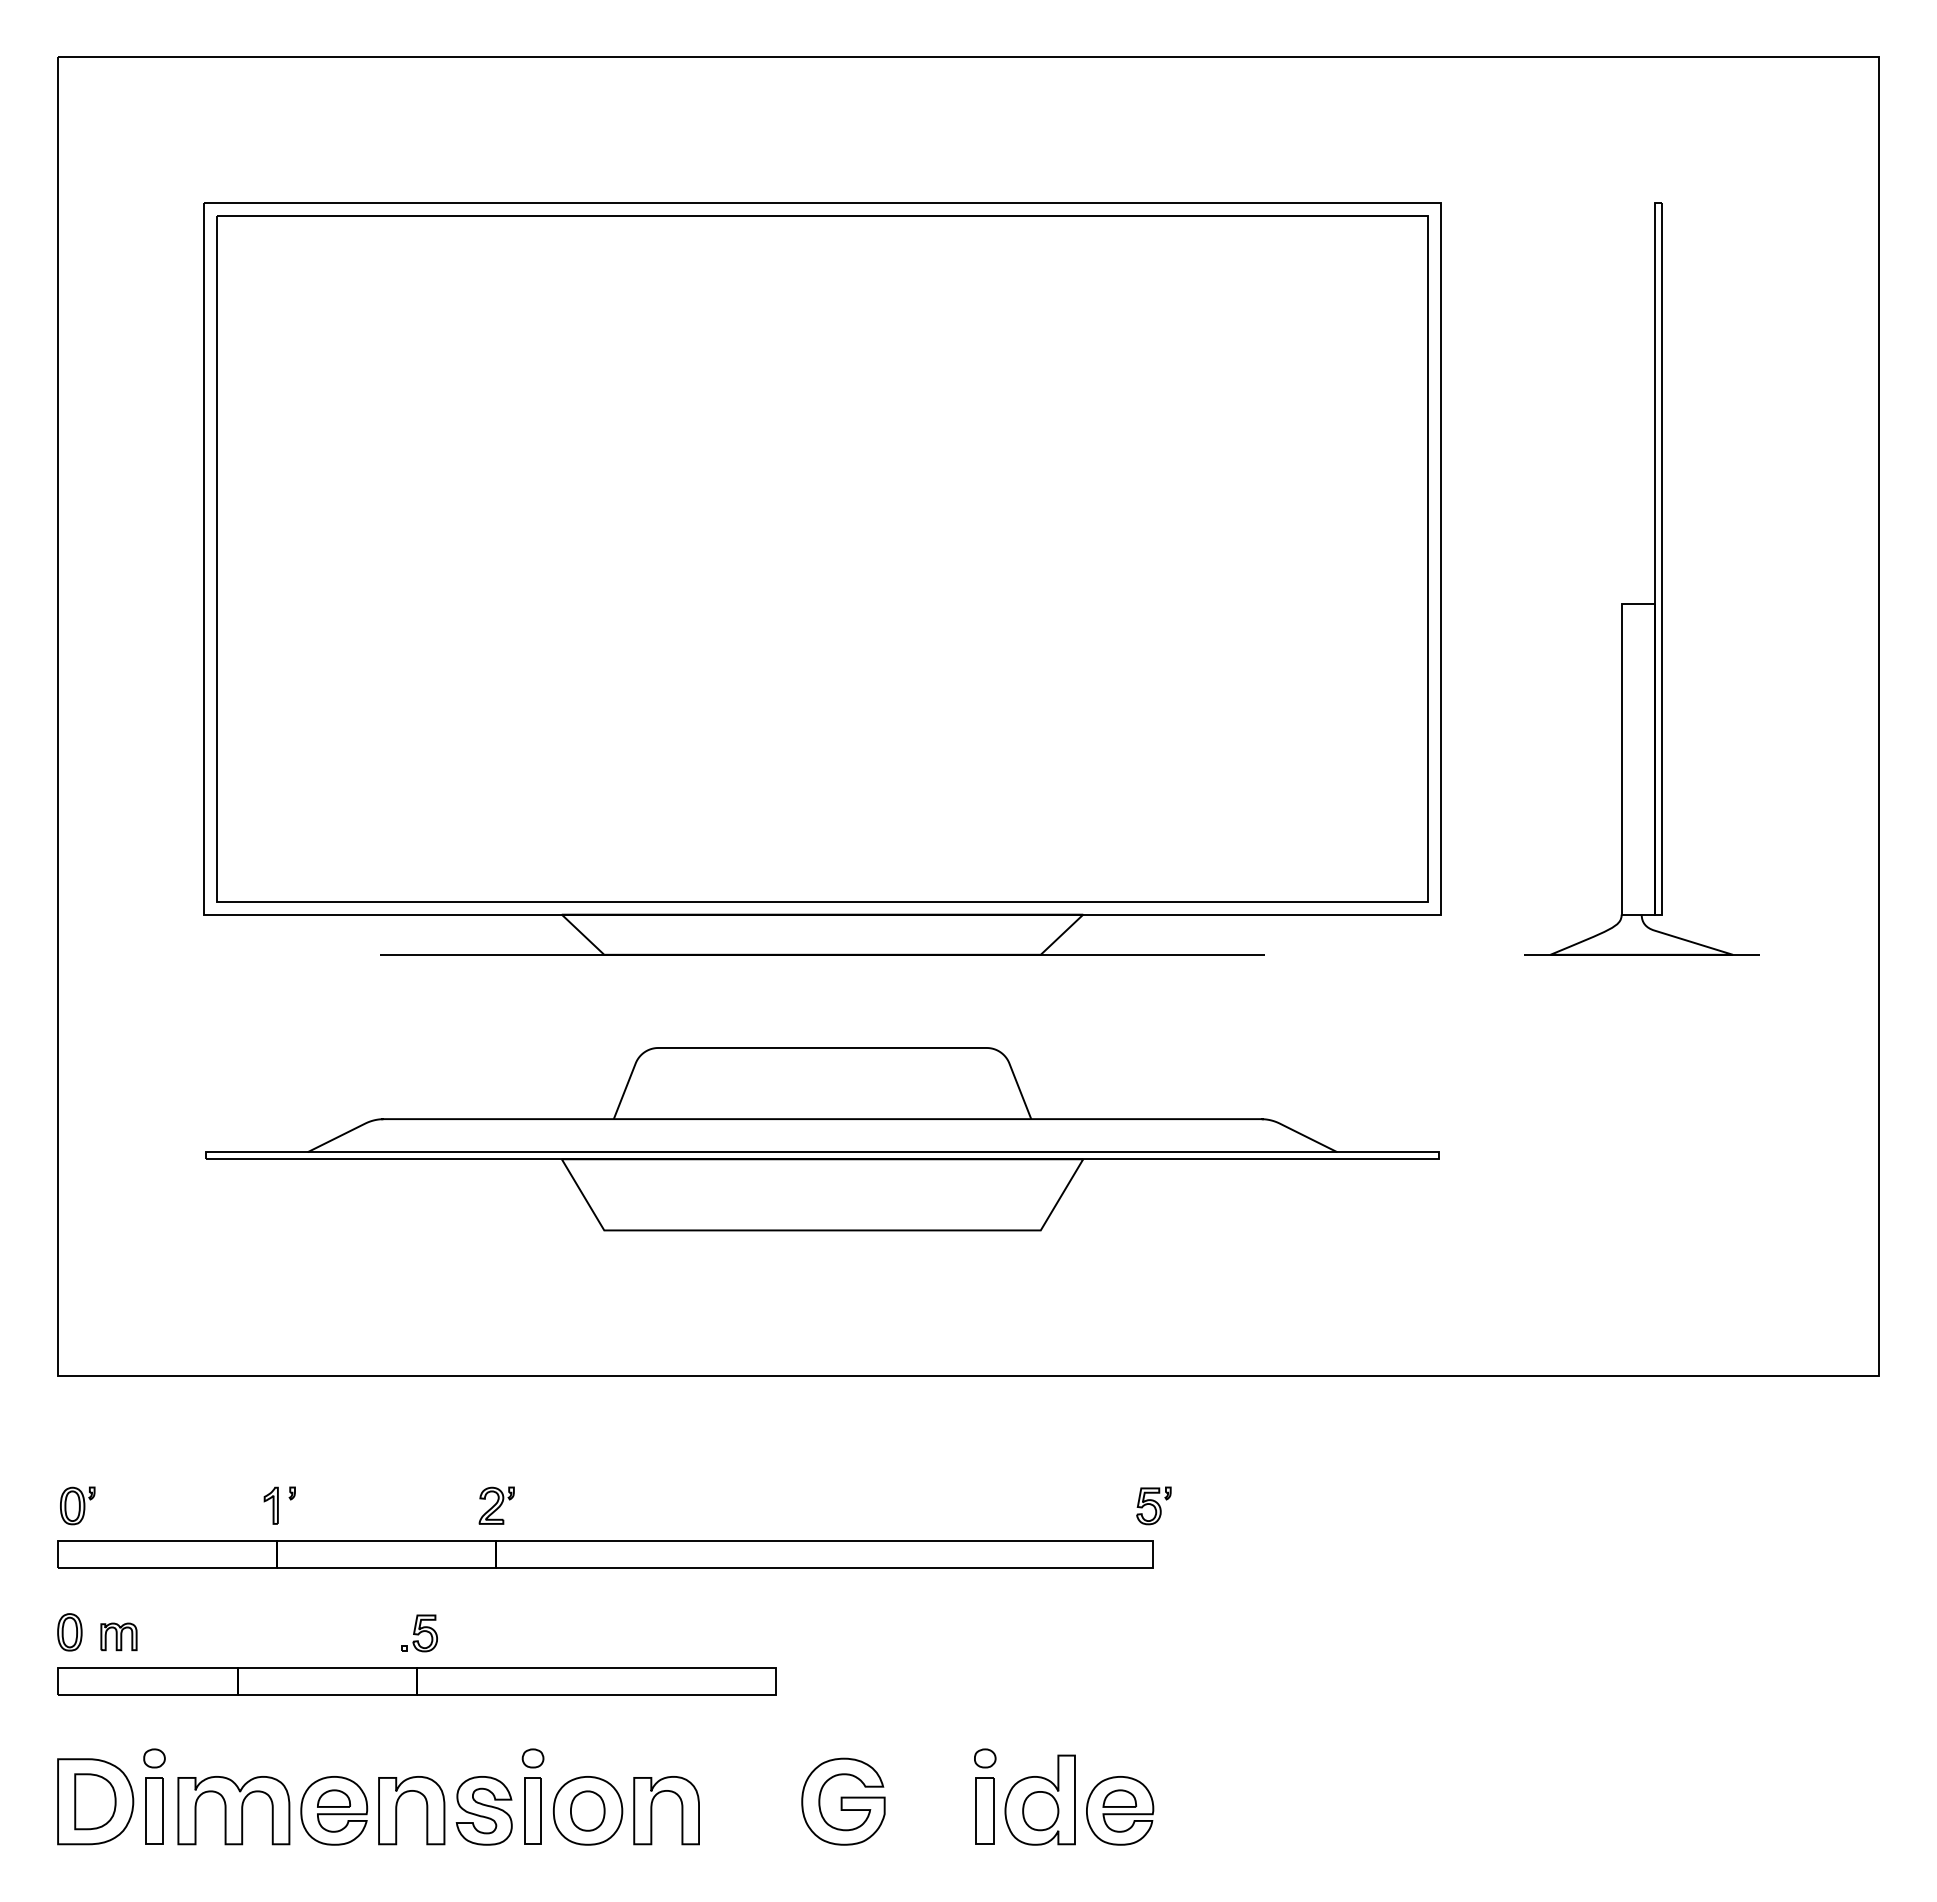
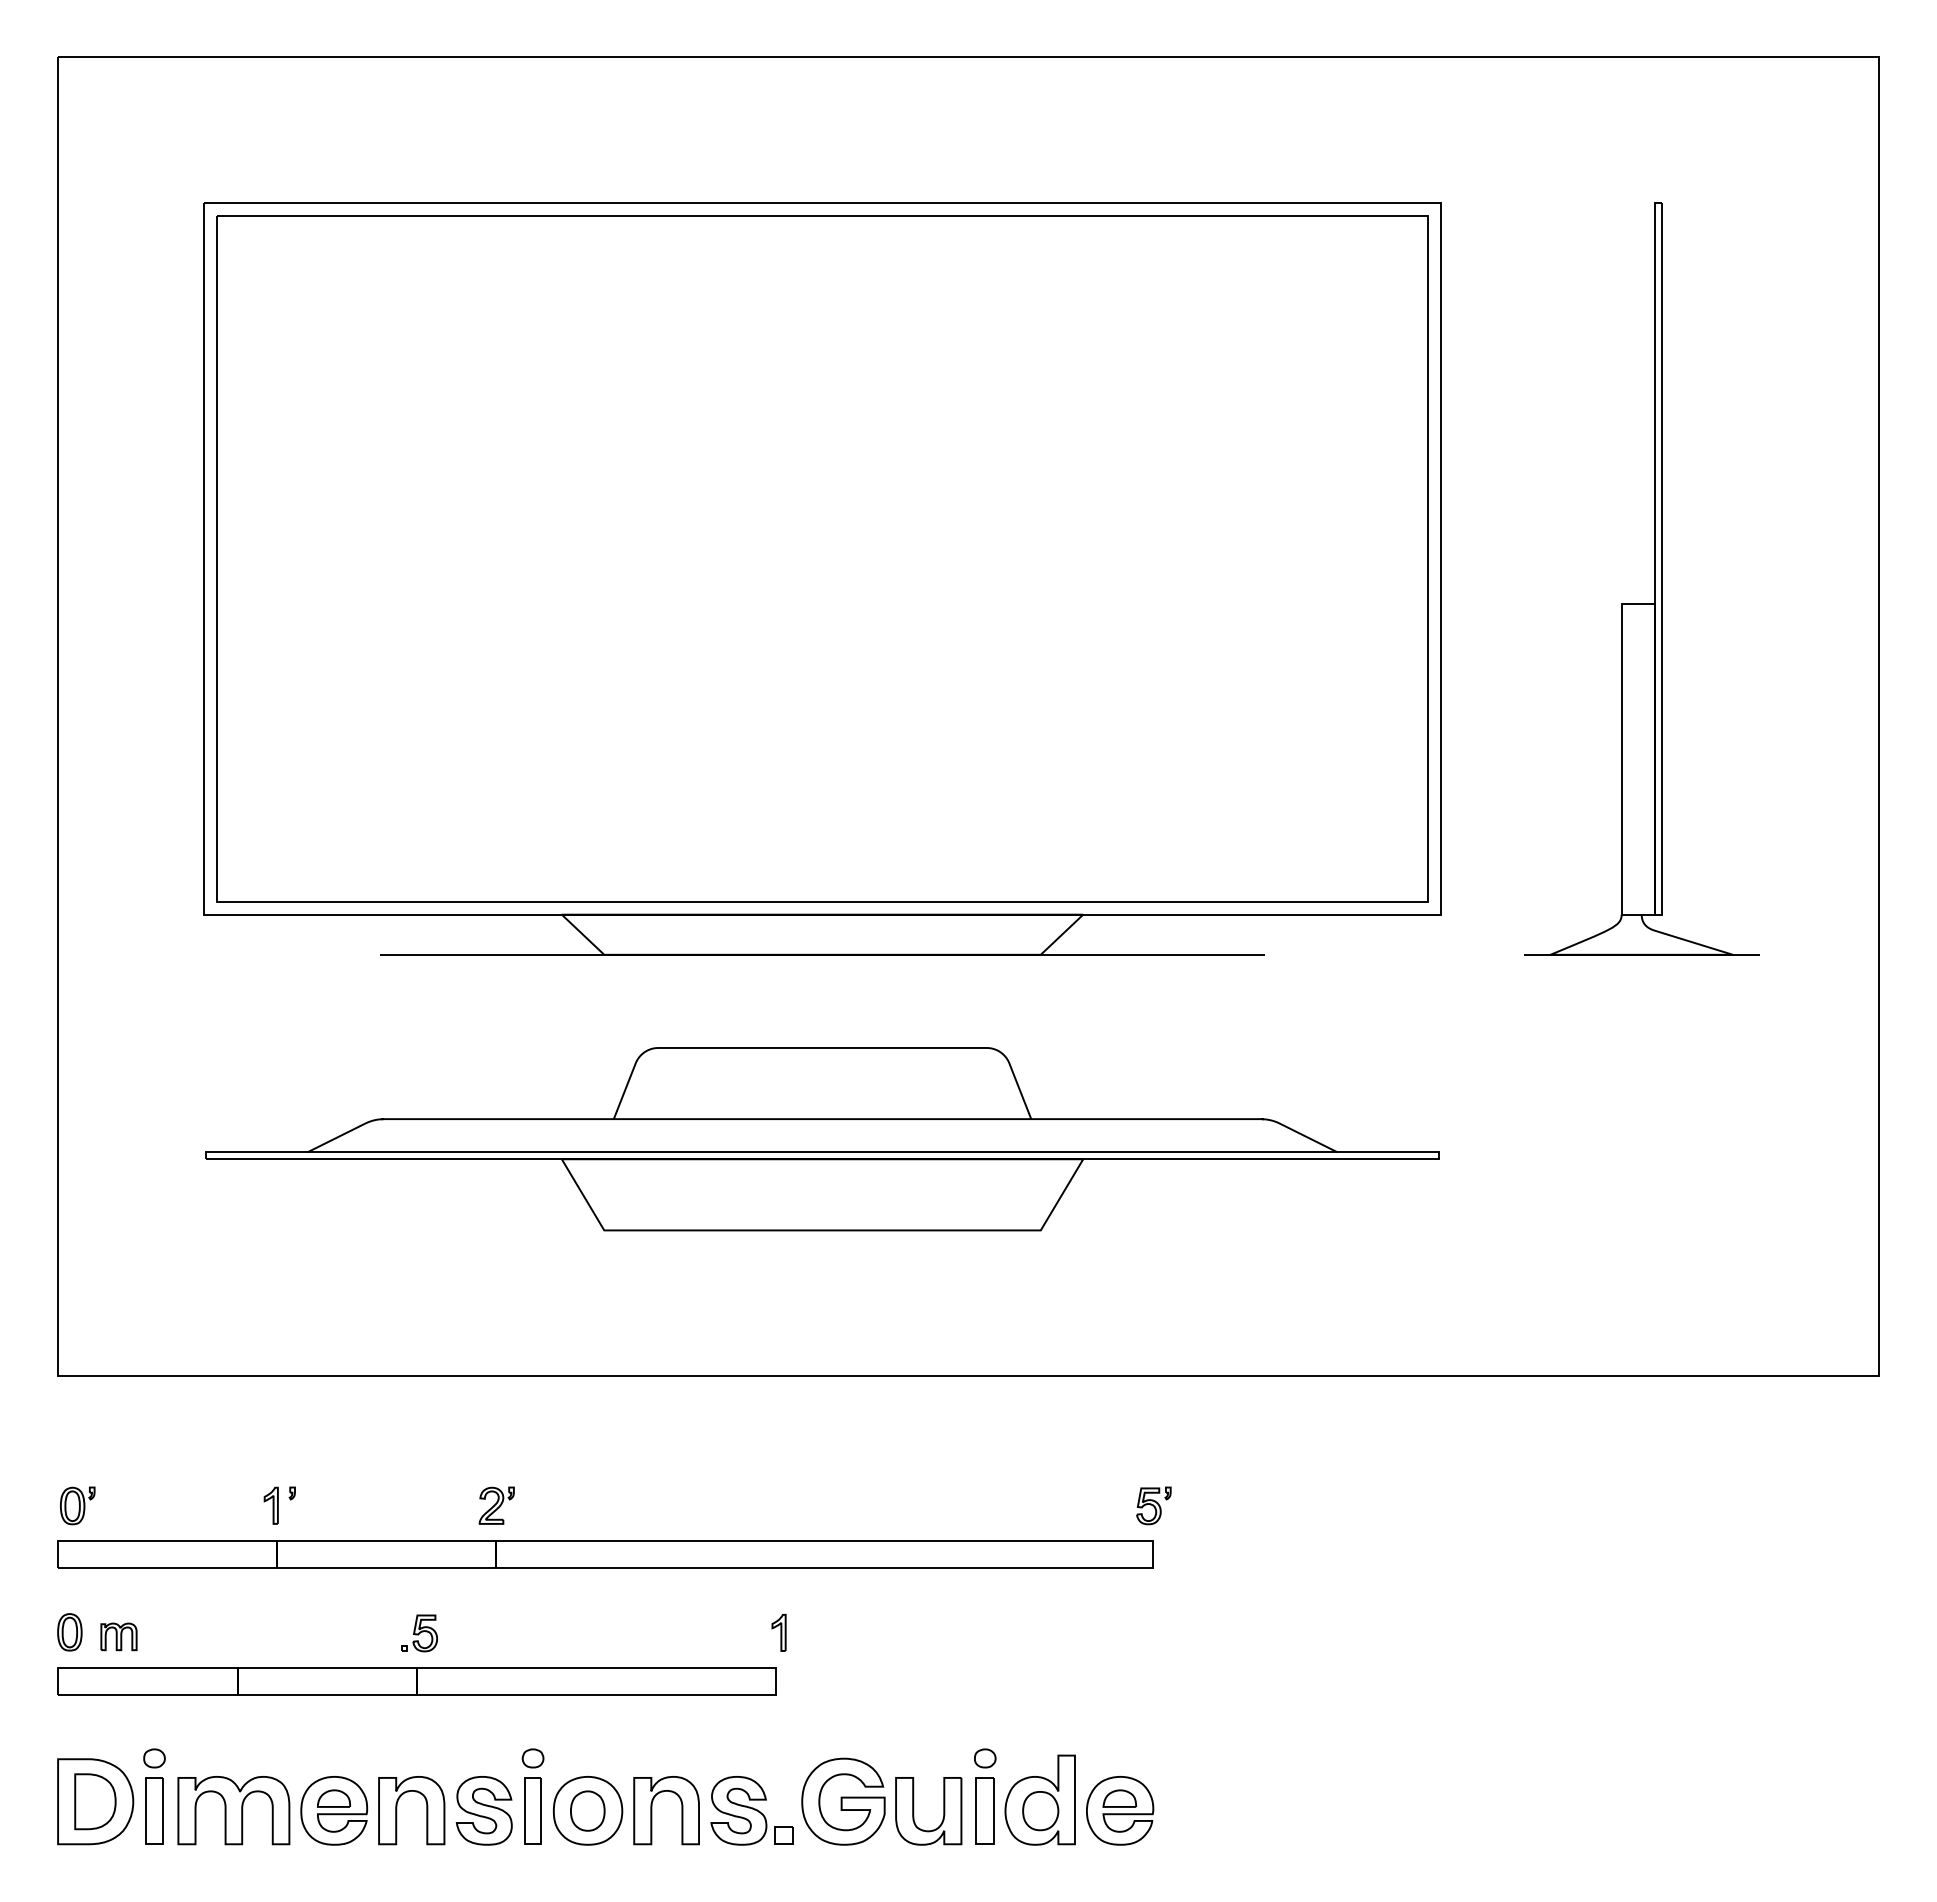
part at (778, 1632): none -> present
part at (751, 1810): none -> present
part at (914, 1811): none -> present
